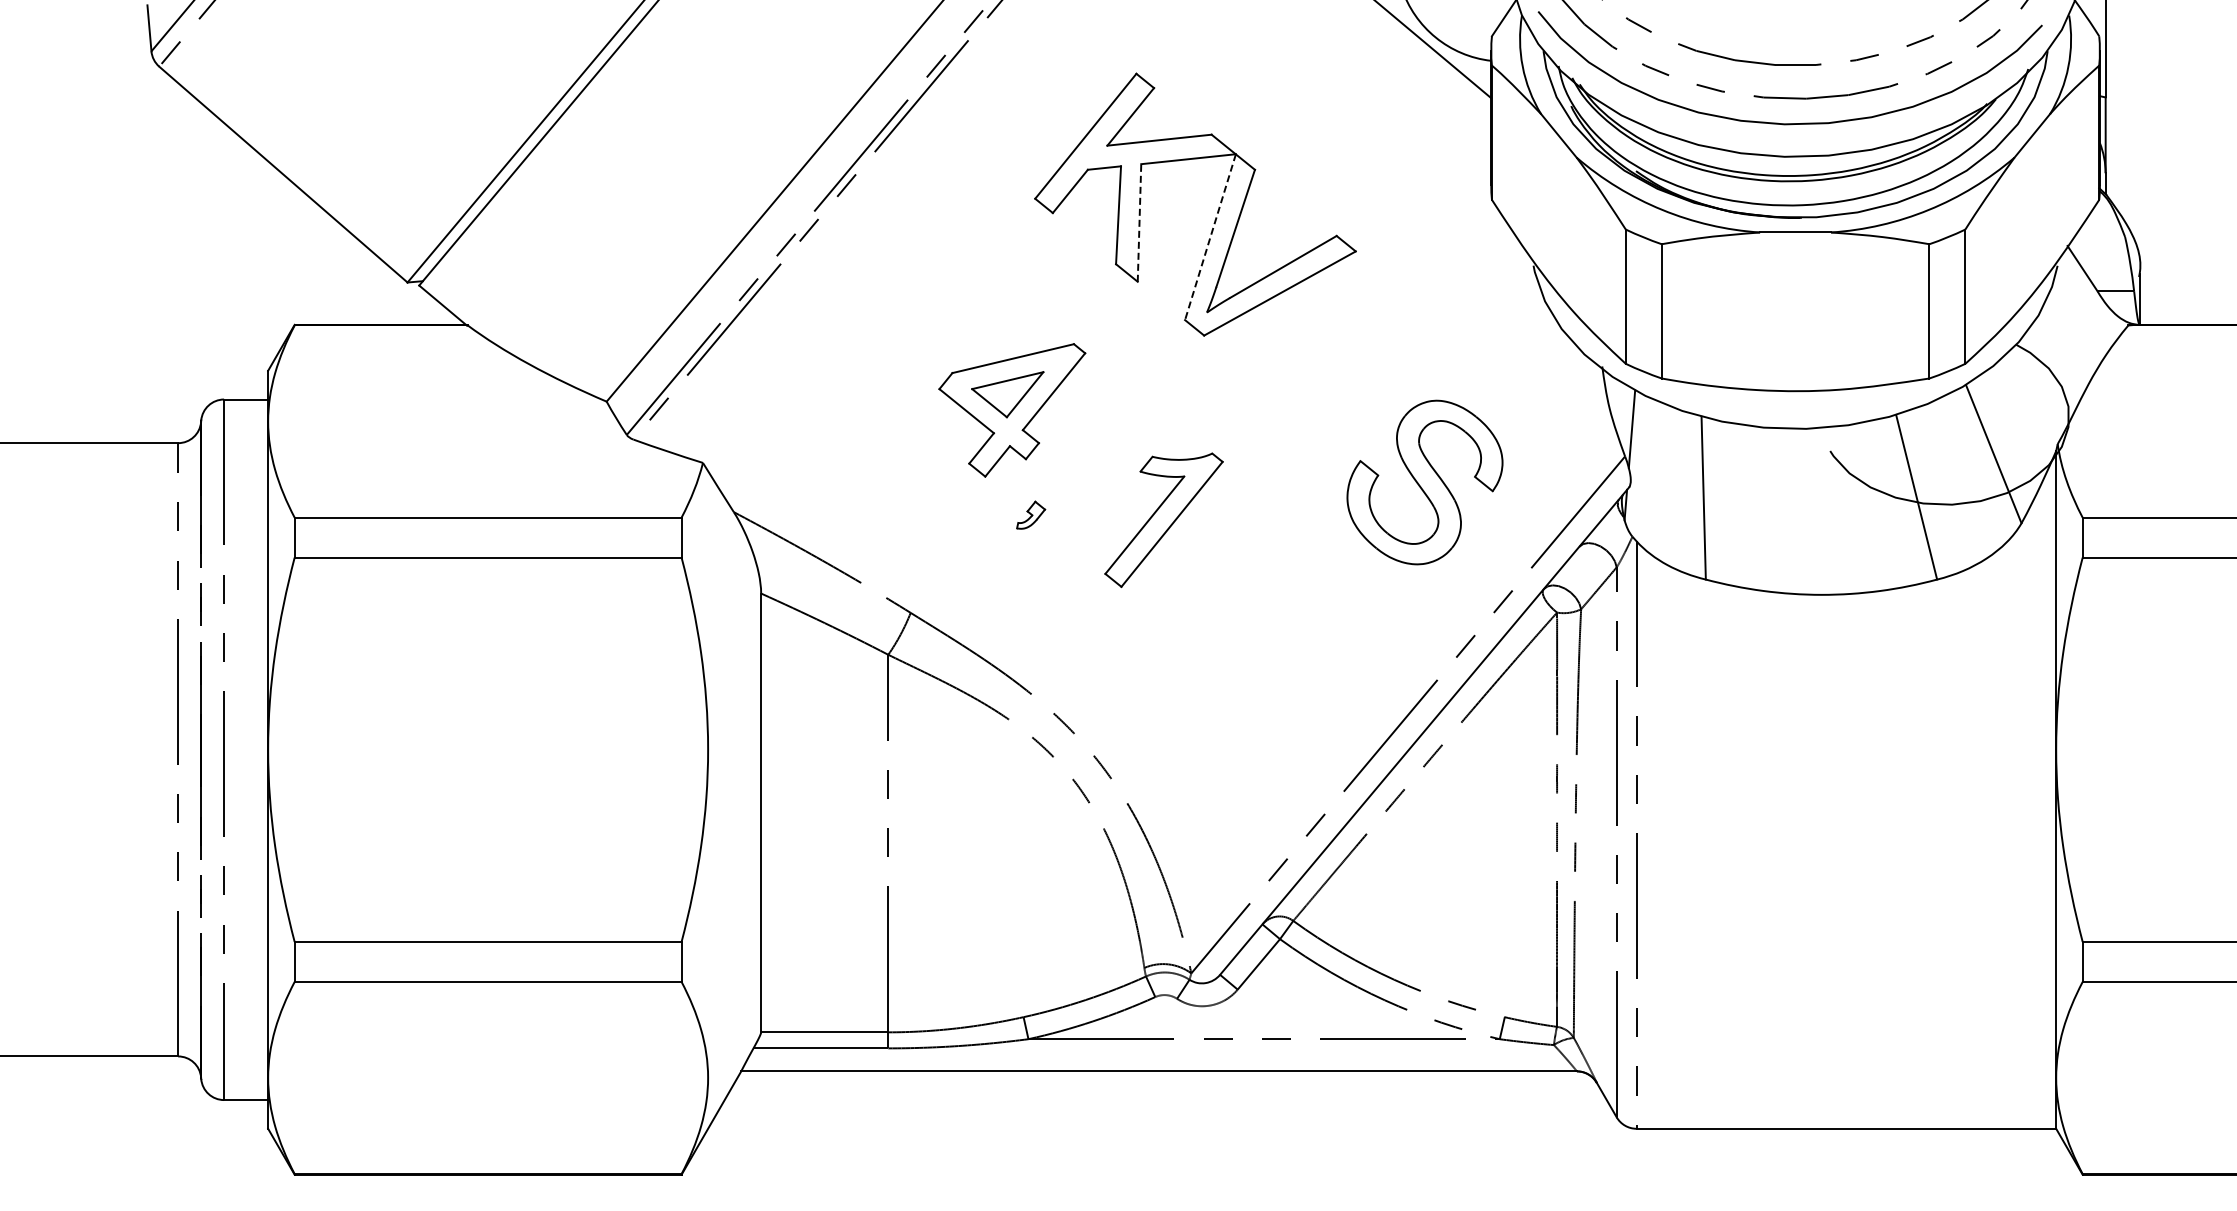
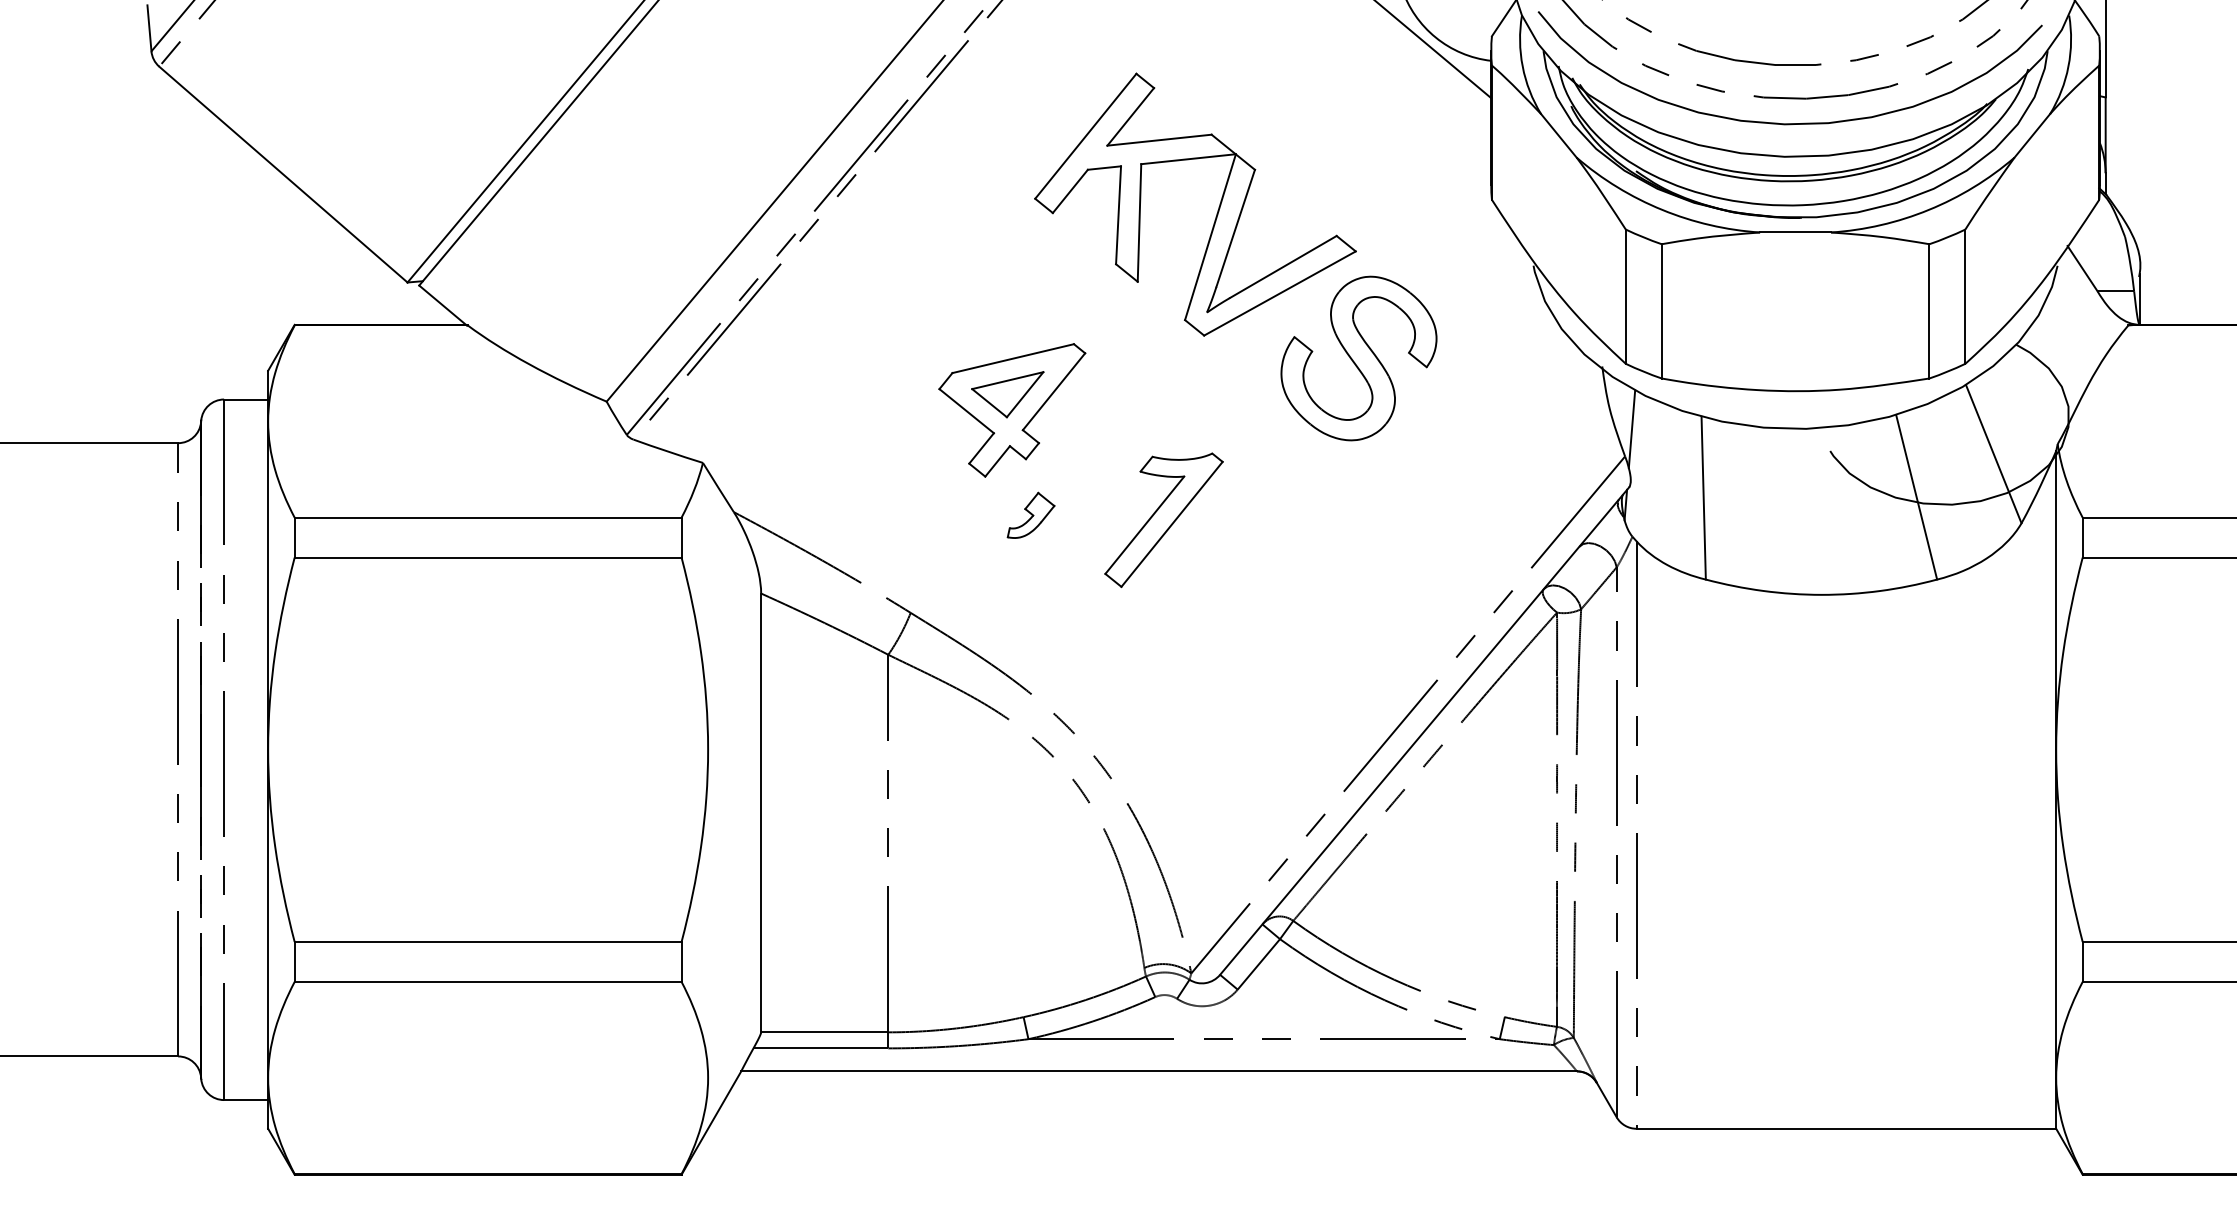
line at (1139, 222): dashed -> solid
line at (1210, 237): dashed -> solid
part at (1424, 482) position: (1424, 482) -> (1358, 358)
part at (1031, 514) size: 31x30 px -> 50x48 px
